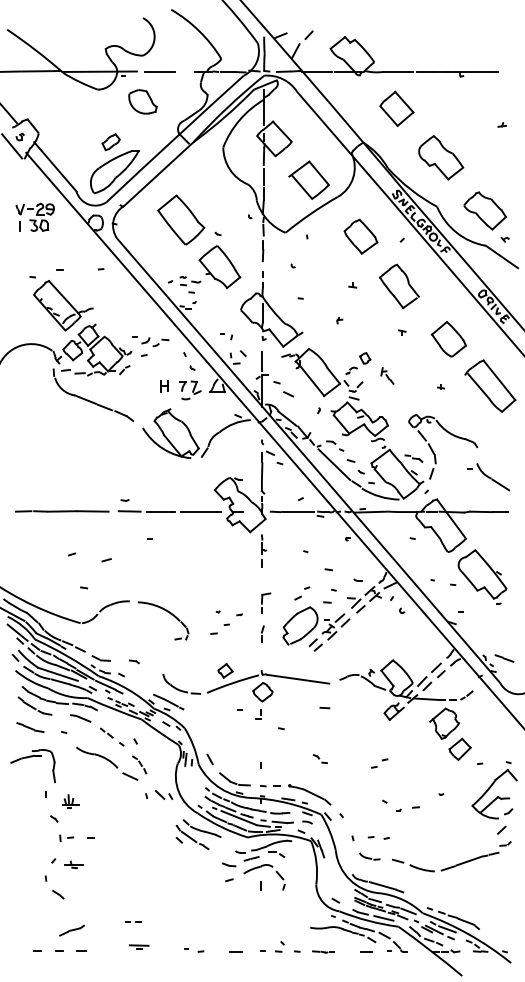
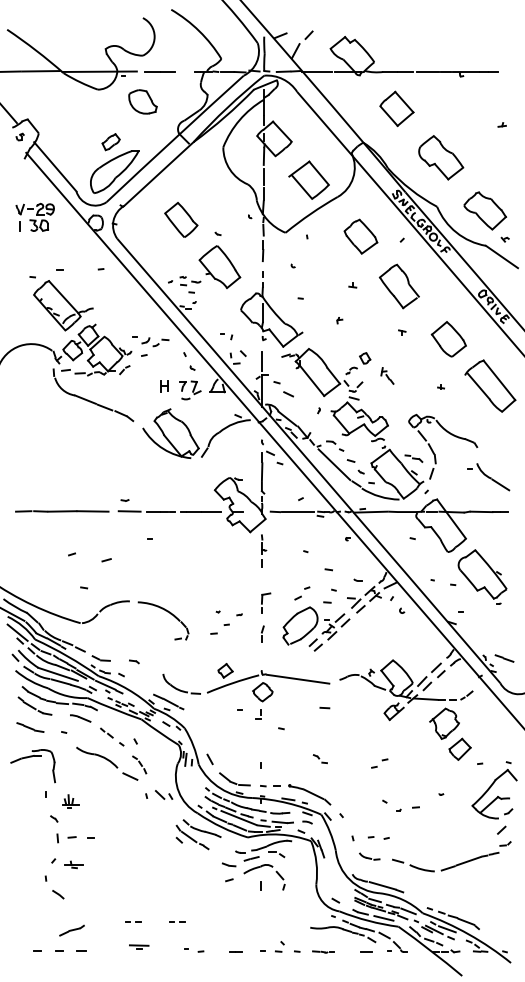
line at (12, 146): present -> none
part at (181, 219) size: 49x52 px -> 35x36 px
part at (66, 838) size: 16x9 px -> 21x11 px
line at (179, 921): none -> present
